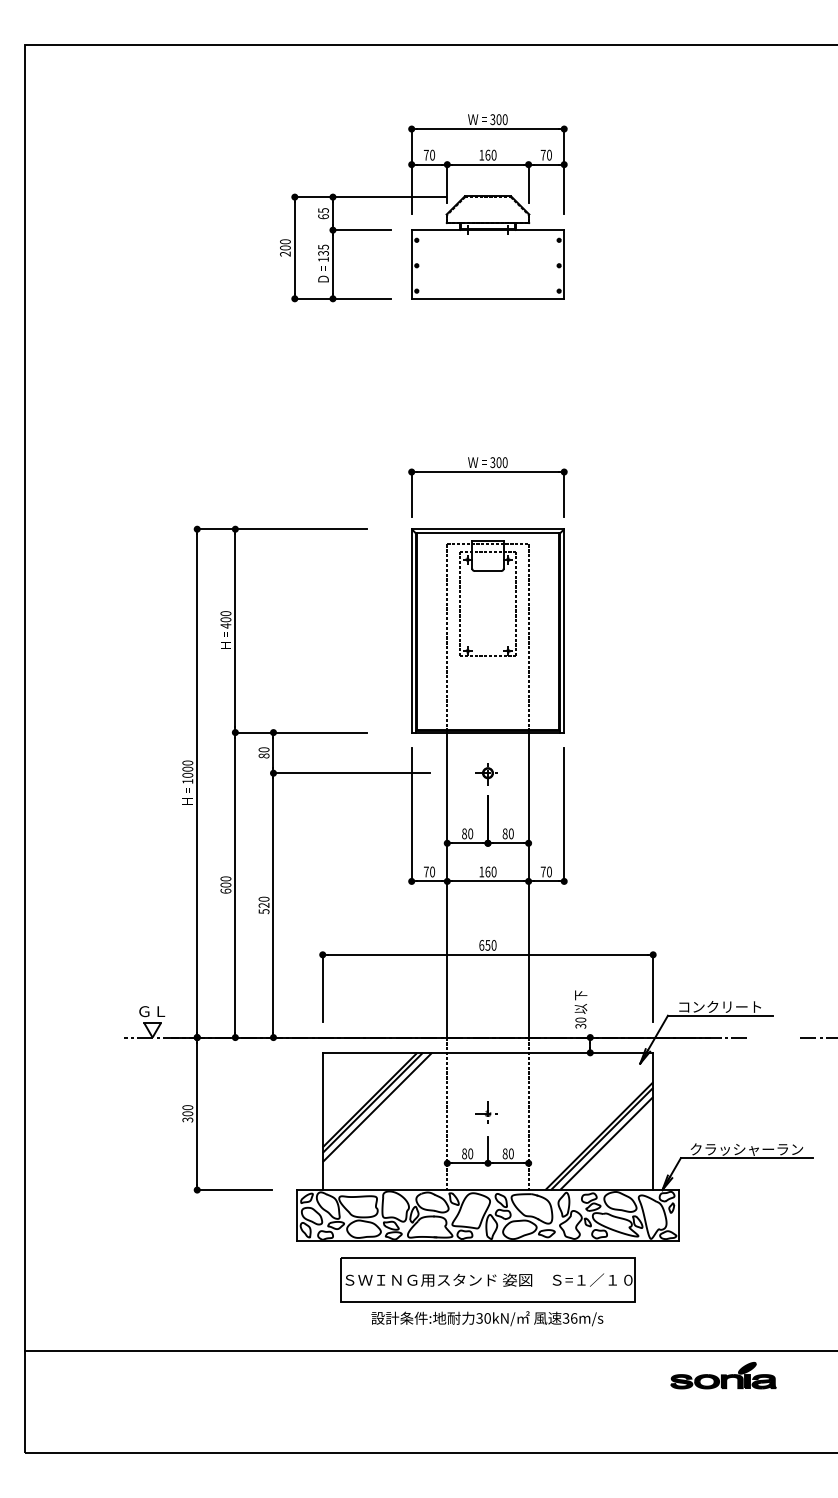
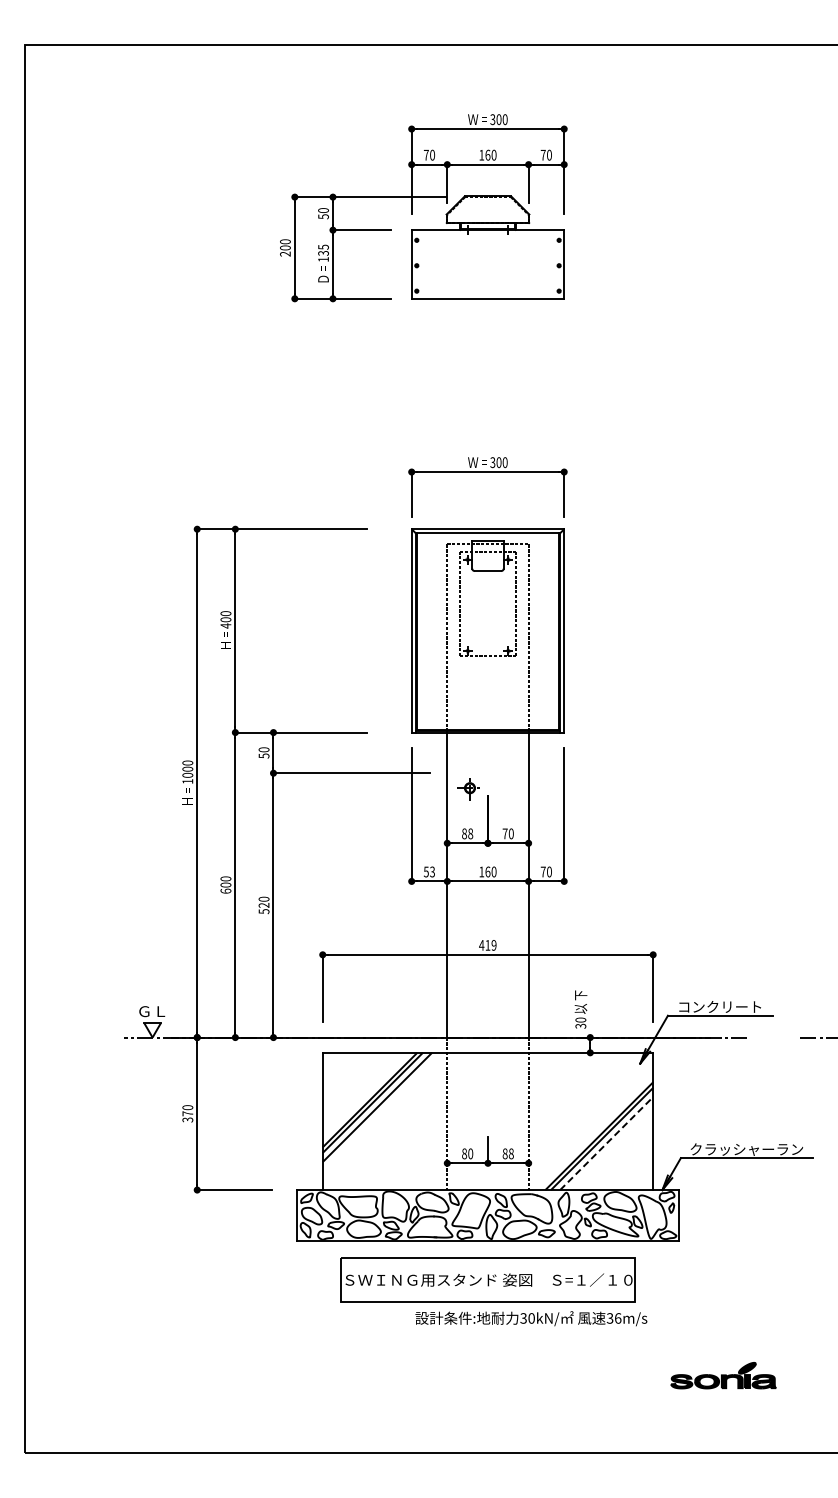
text at (323, 213): 65 -> 50
text at (263, 755): 80 -> 50
part at (486, 774) position: (486, 774) -> (468, 789)
text at (470, 833): 80 -> 88
text at (504, 833): 80 -> 70
text at (429, 871): 70 -> 53
text at (487, 945): 650 -> 419
part at (486, 1112): present -> none
text at (187, 1113): 300 -> 370
line at (606, 1143): solid -> dashed
text at (510, 1153): 80 -> 88
text at (487, 1318) position: (487, 1318) -> (531, 1318)
line at (429, 1351): present -> none
